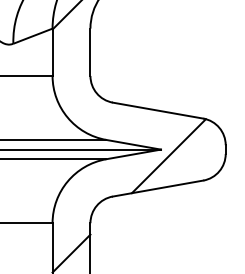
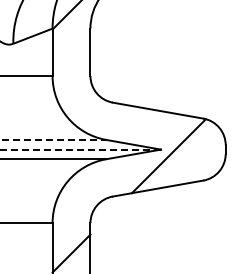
line at (53, 139): solid -> dashed
line at (80, 149): solid -> dashed
